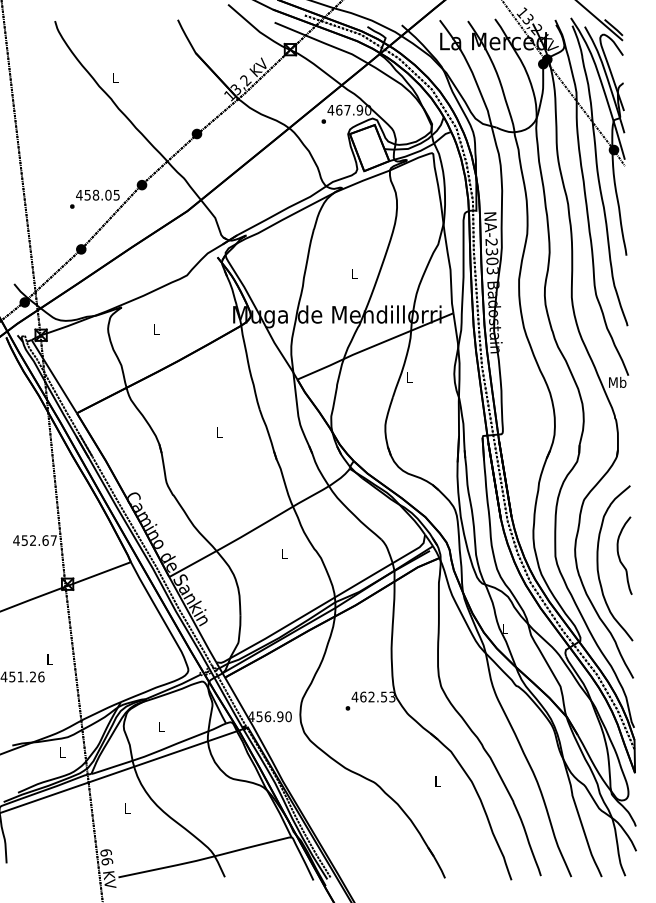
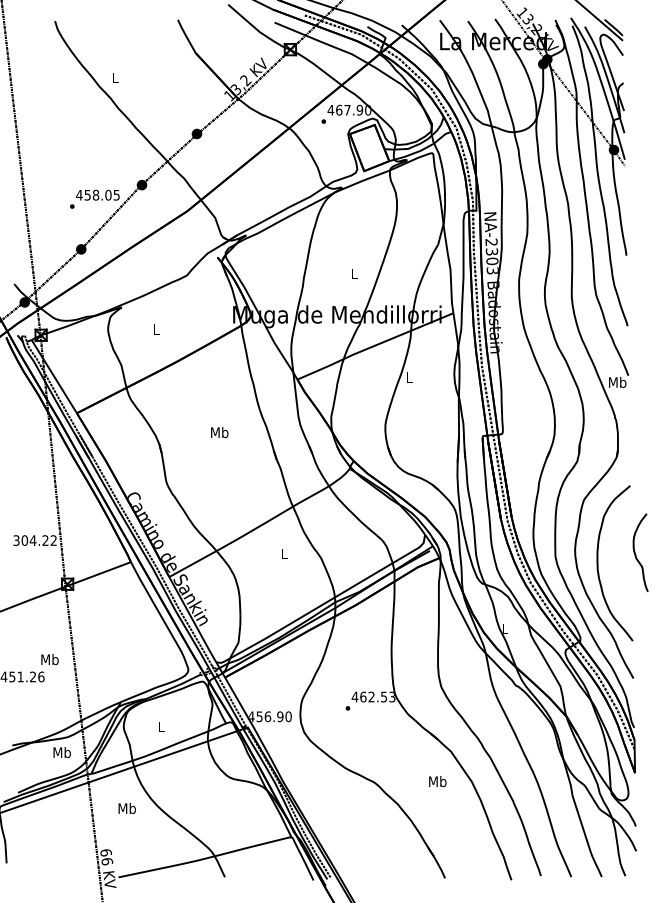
text at (219, 432): L -> Mb
text at (34, 540): 452.67 -> 304.22
curve at (620, 557) position: (620, 557) -> (636, 554)
text at (49, 659): L -> Mb
text at (61, 752): L -> Mb
text at (437, 781): L -> Mb
text at (126, 808): L -> Mb
